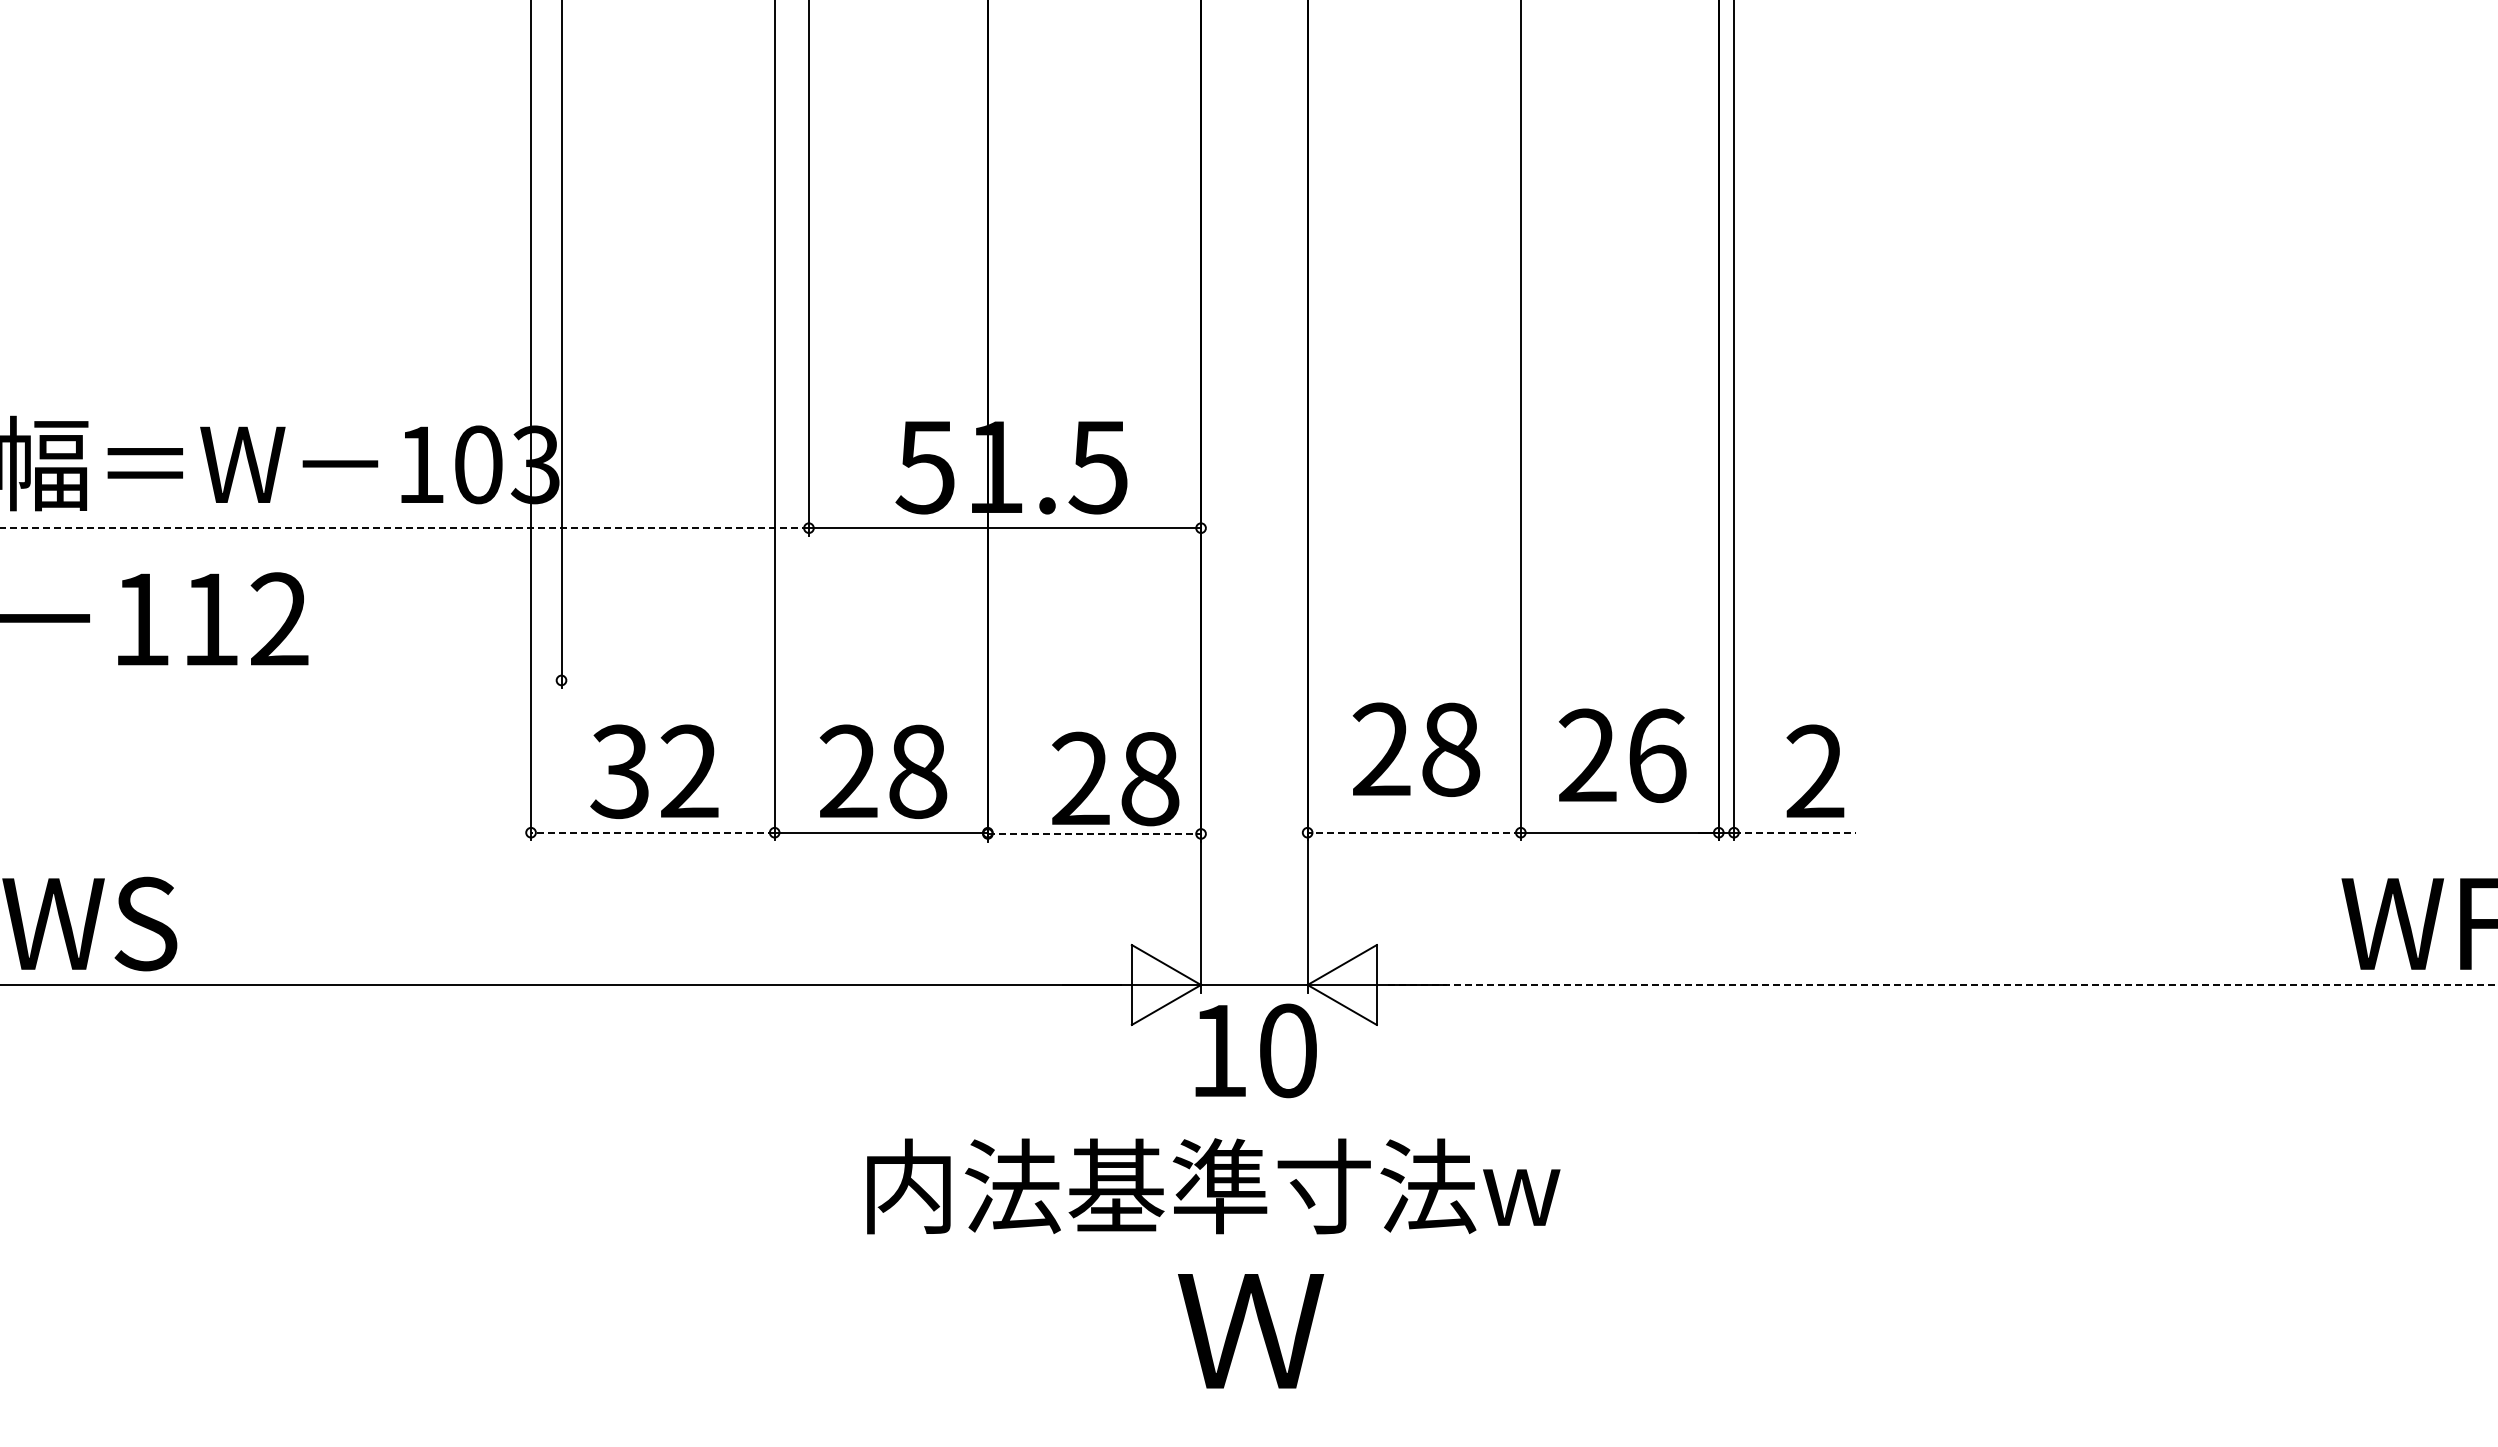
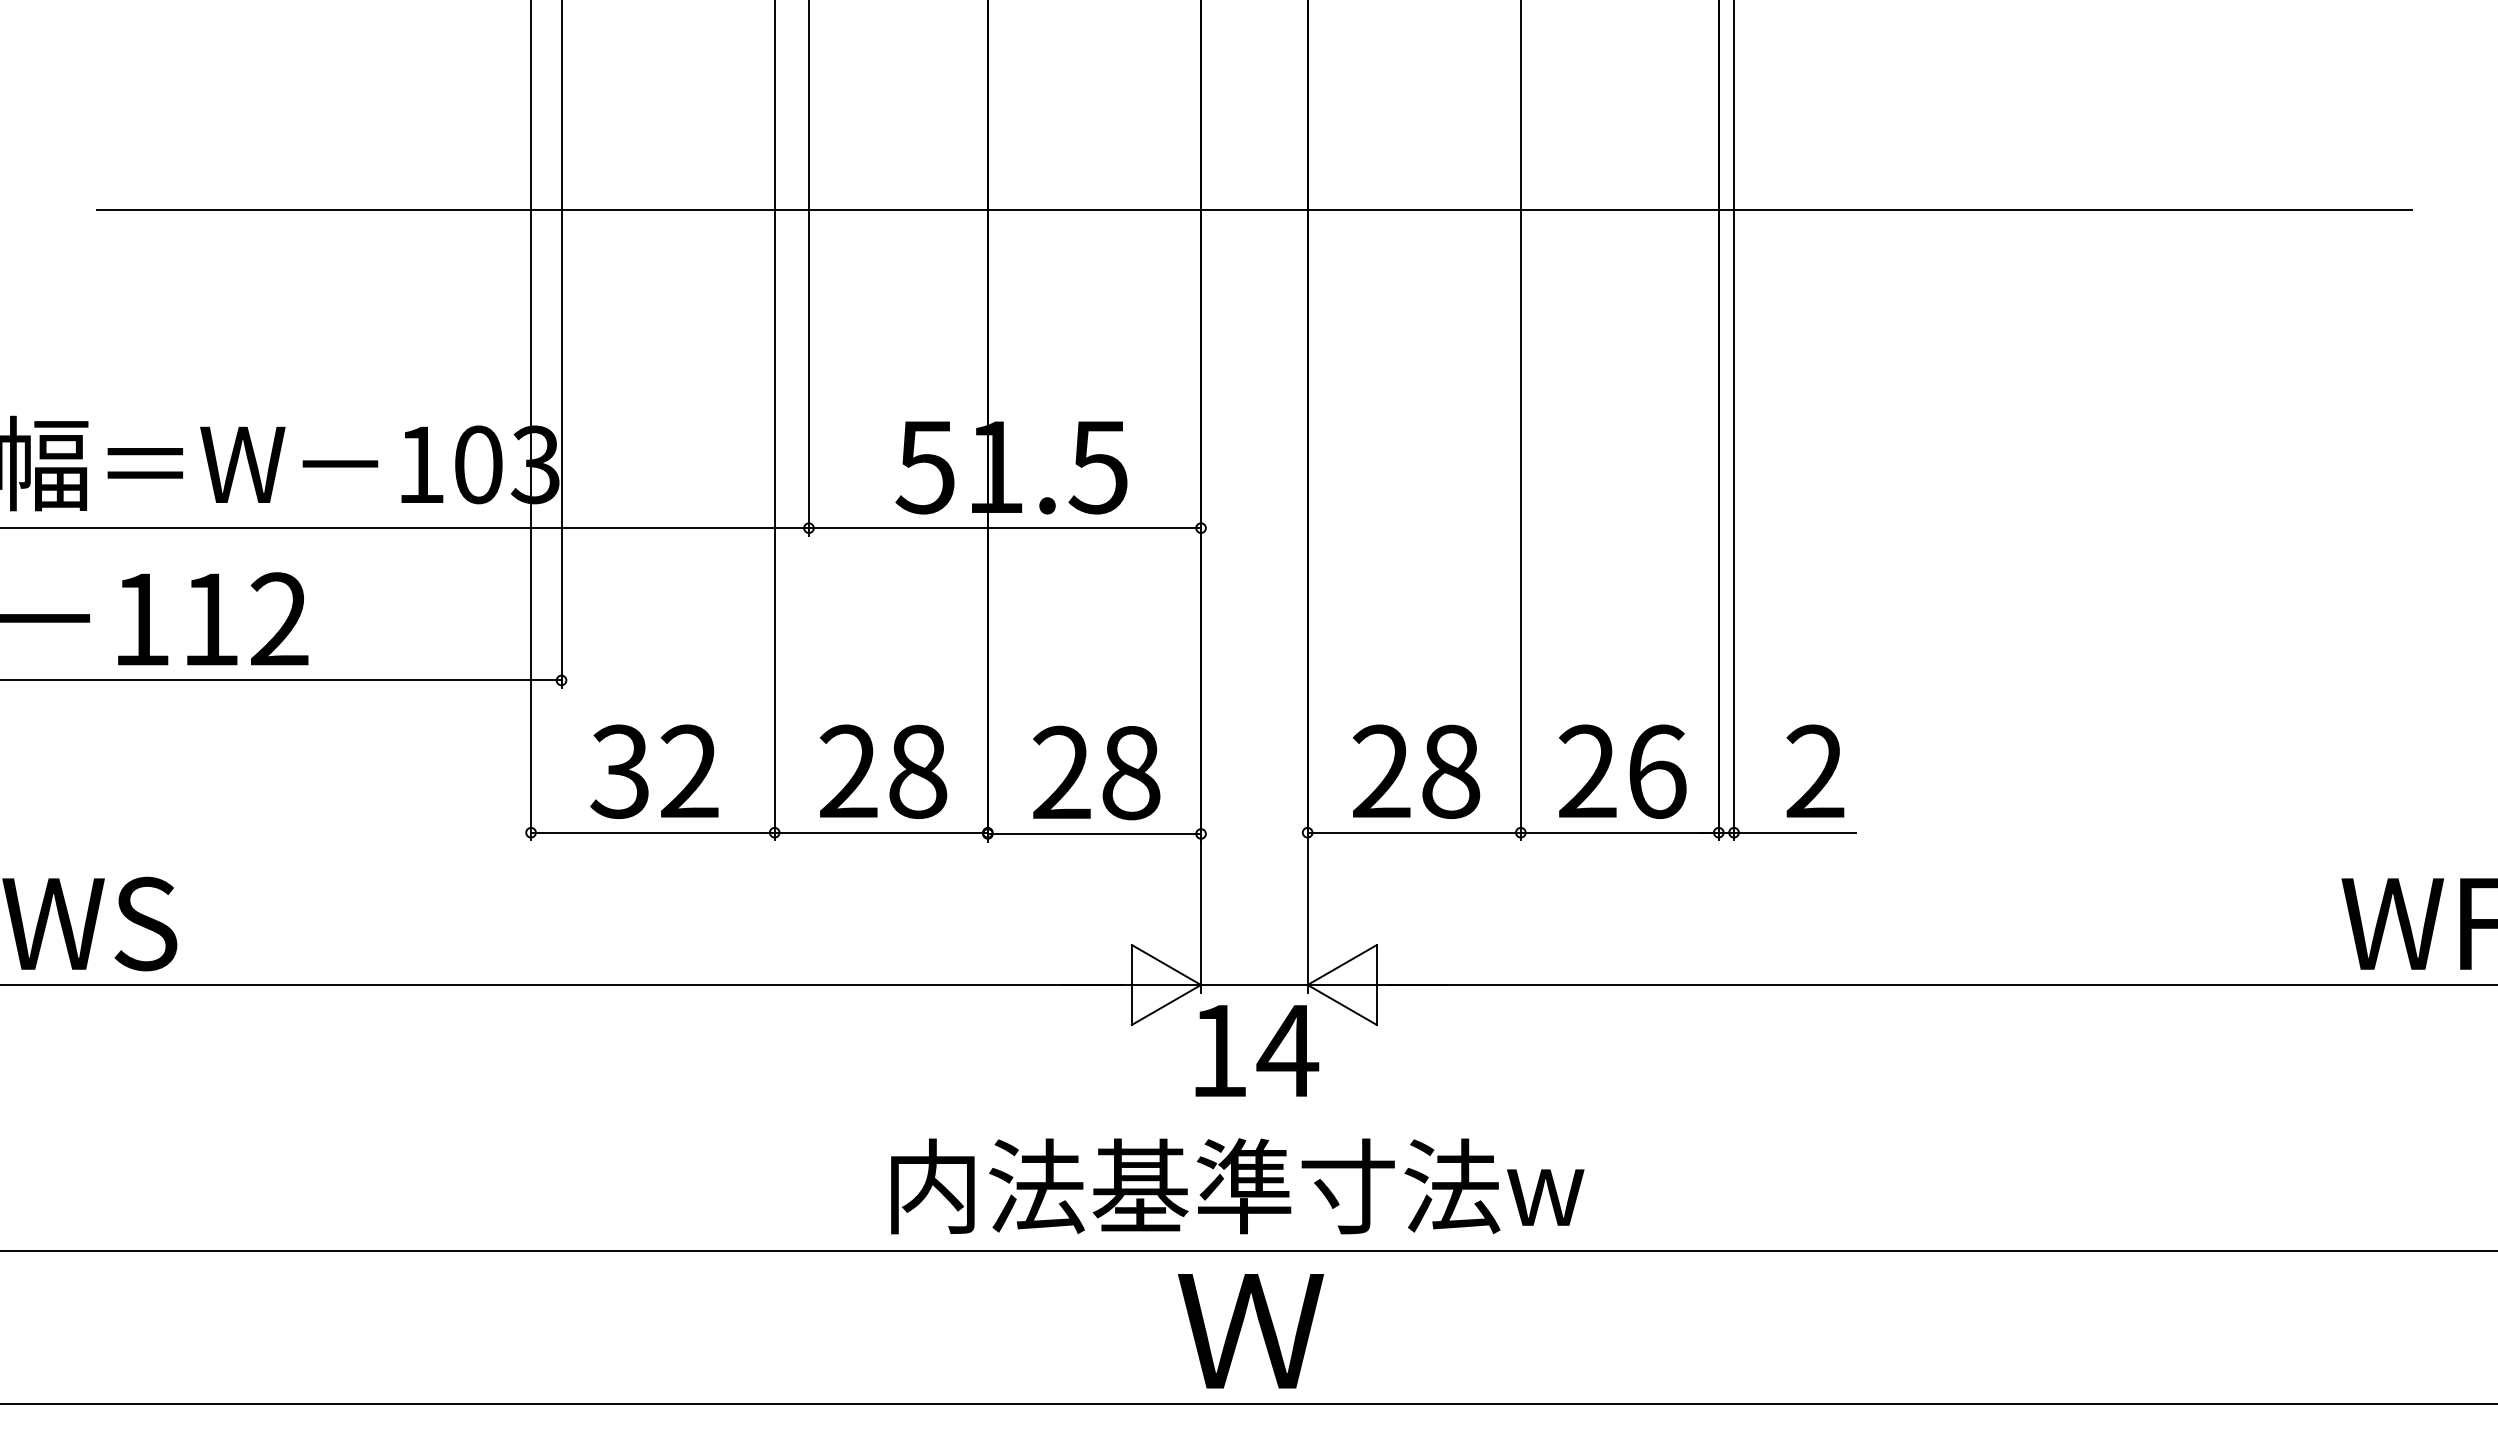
line at (1254, 209): none -> present
line at (404, 528): dashed -> solid
line at (281, 680): none -> present
text at (1416, 749) position: (1416, 749) -> (1416, 771)
text at (1622, 755) position: (1622, 755) -> (1622, 771)
text at (1115, 778) position: (1115, 778) -> (1096, 772)
line at (652, 832): dashed -> solid
line at (1414, 832): dashed -> solid
line at (1795, 832): dashed -> solid
line at (1094, 833): dashed -> solid
line at (1942, 985): dashed -> solid
text at (1287, 1050): 10 -> 14
text at (1213, 1186) position: (1213, 1186) -> (1237, 1186)
line at (1248, 1251): none -> present
line at (1248, 1403): none -> present
